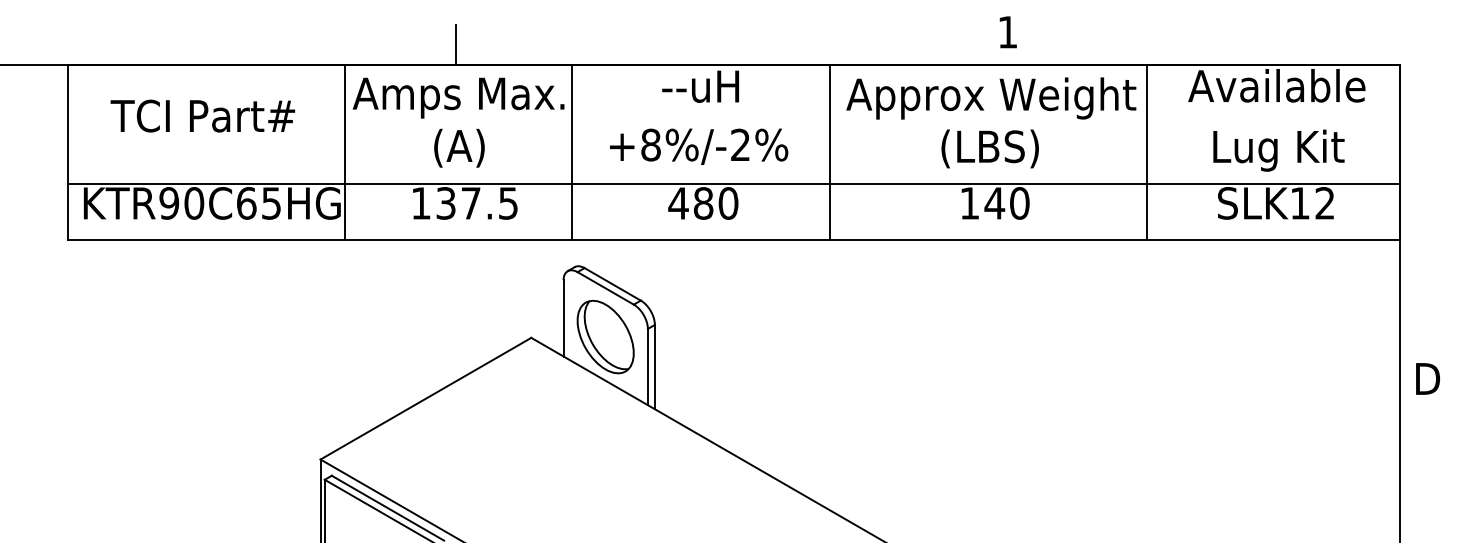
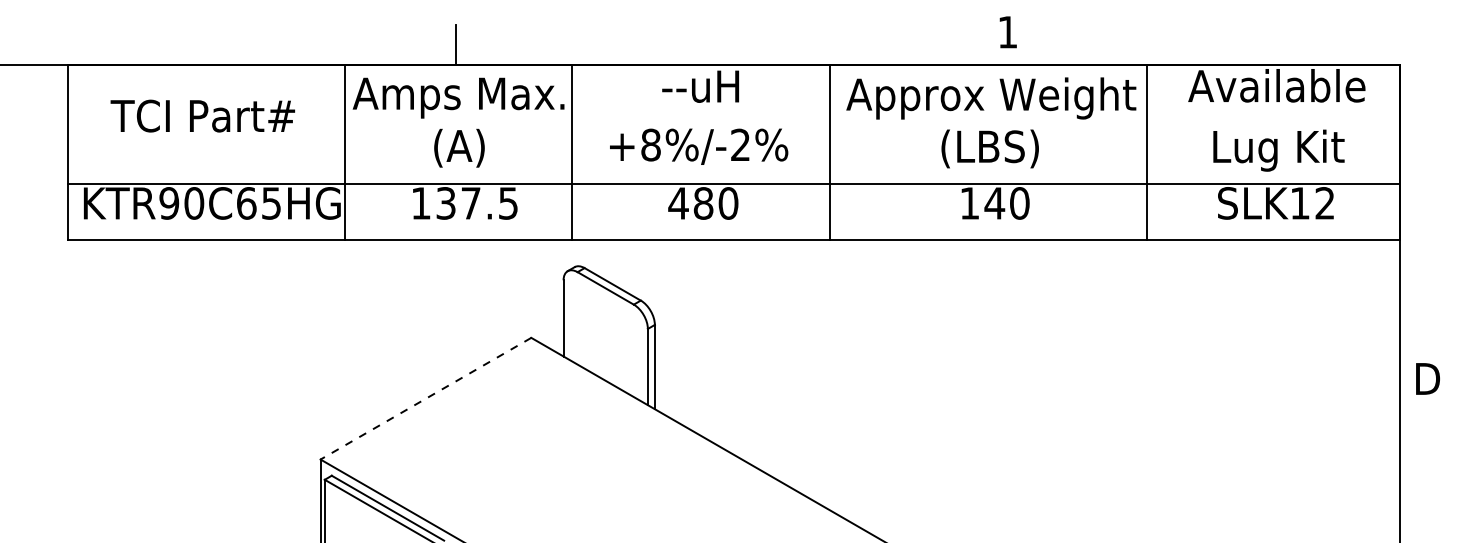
part at (605, 336): present -> none
line at (425, 398): solid -> dashed
